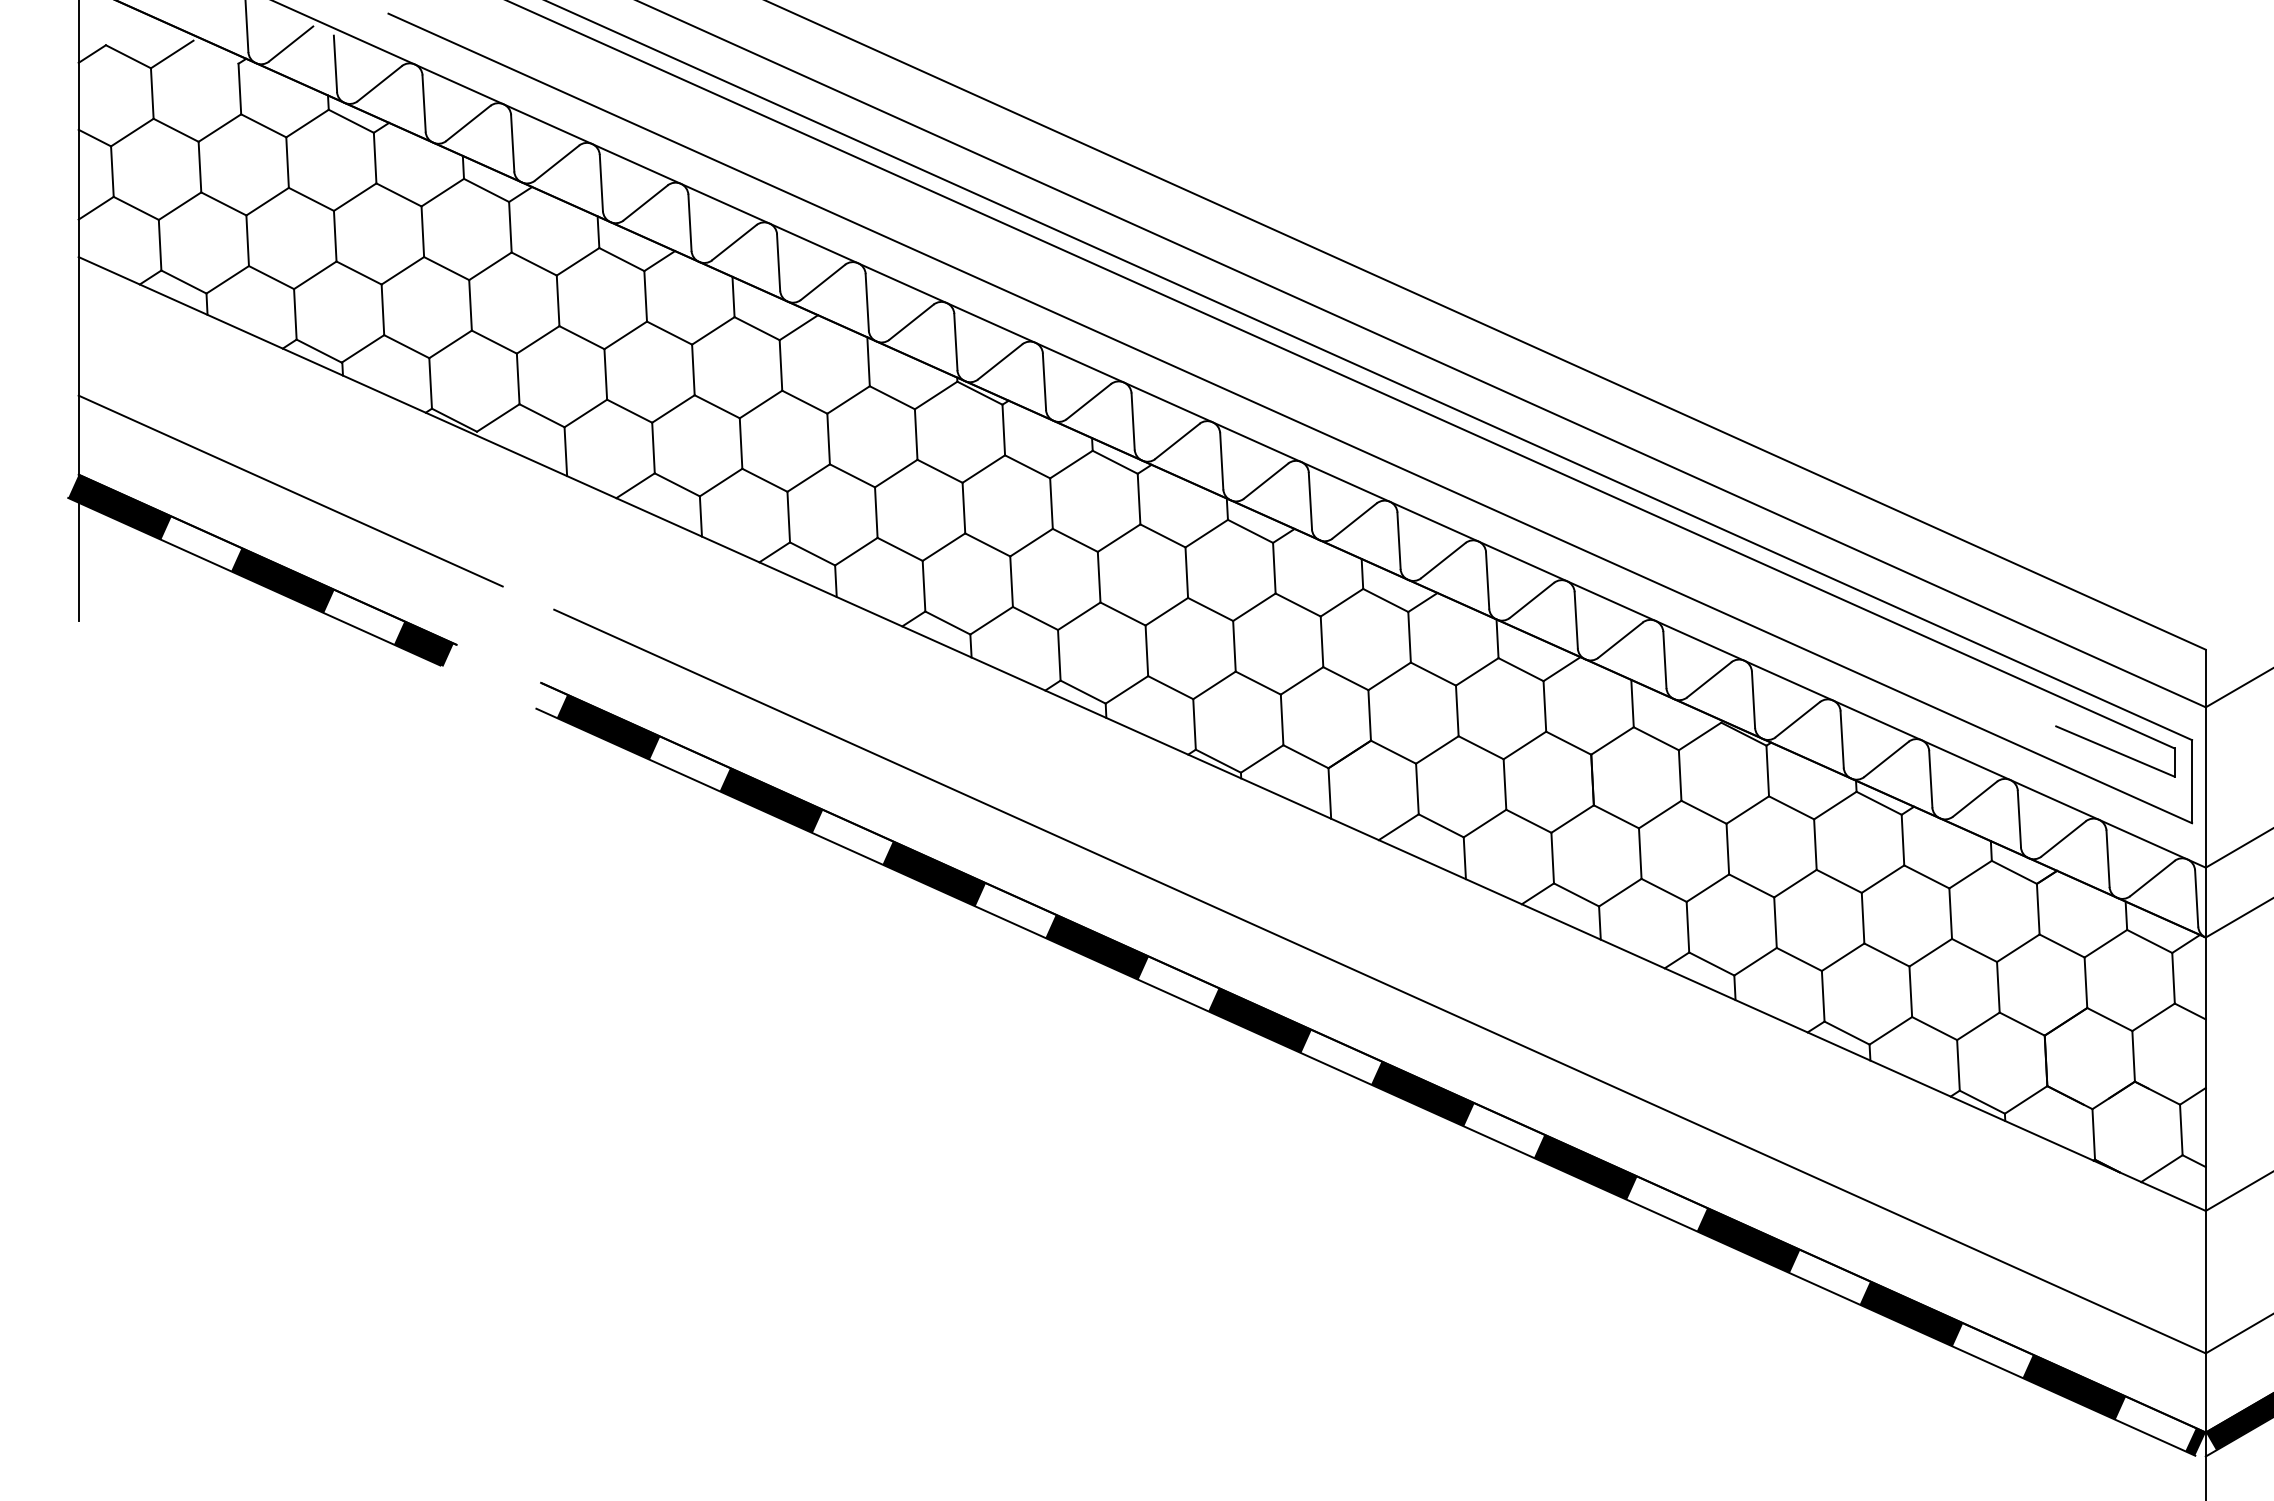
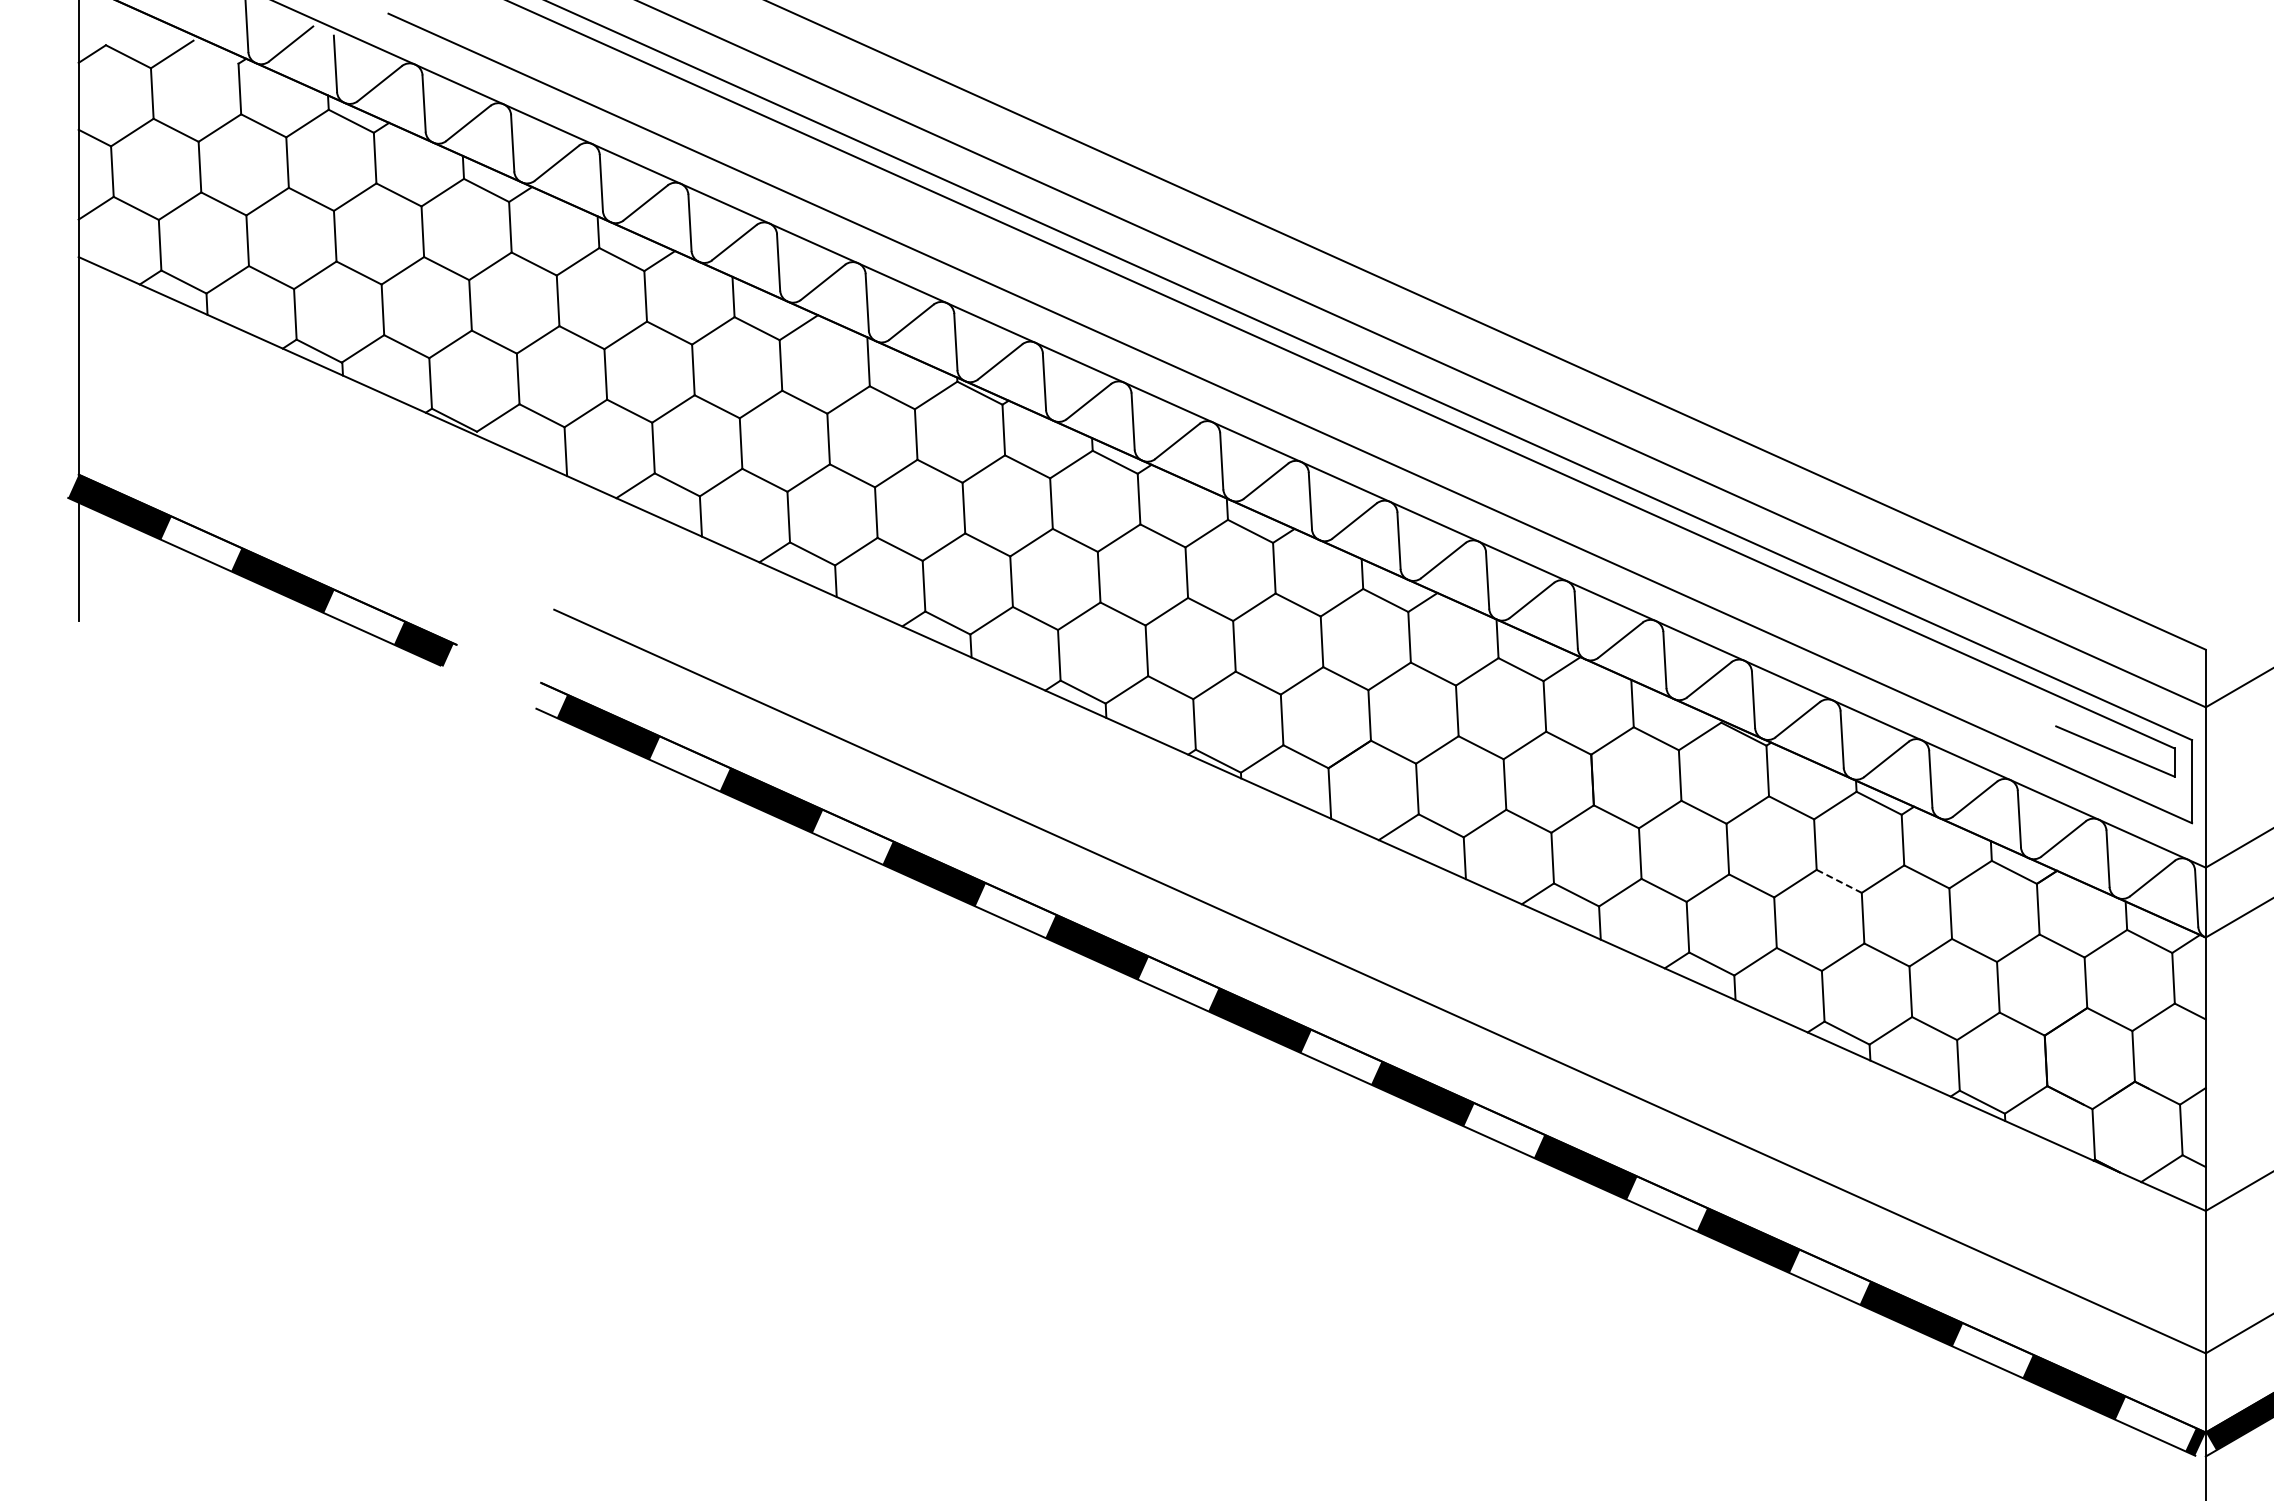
line at (290, 490): present -> none
line at (1839, 881): solid -> dashed
